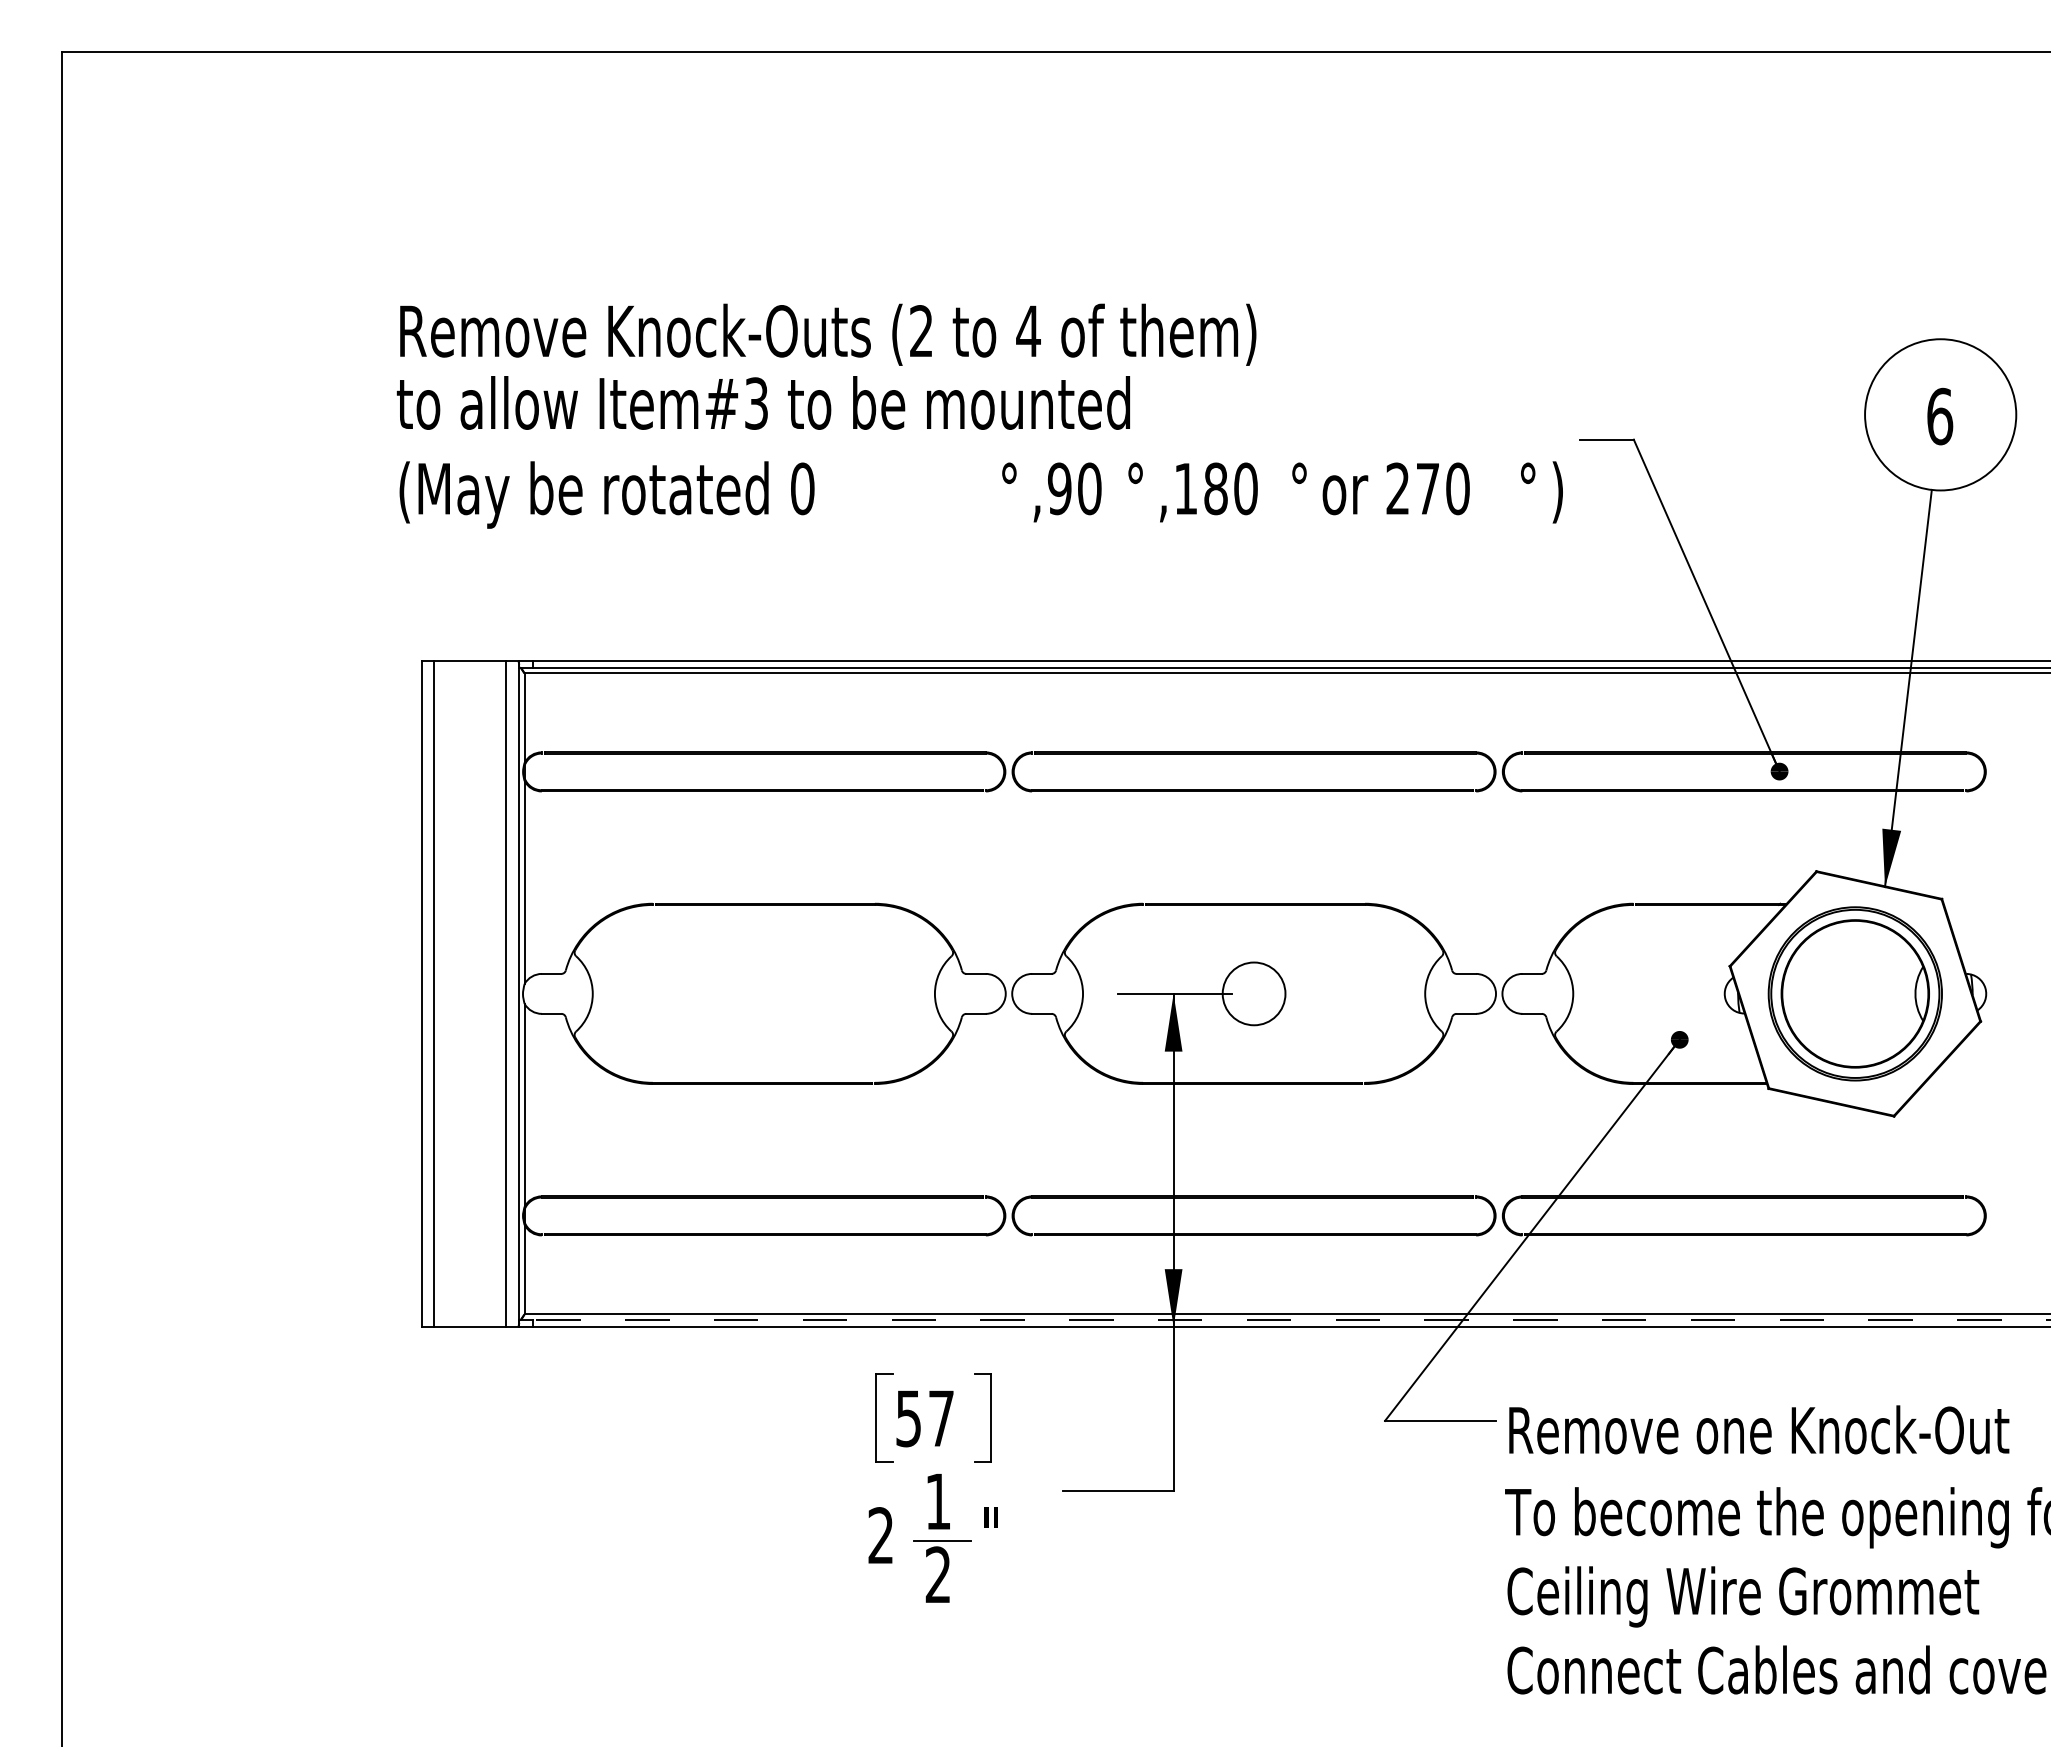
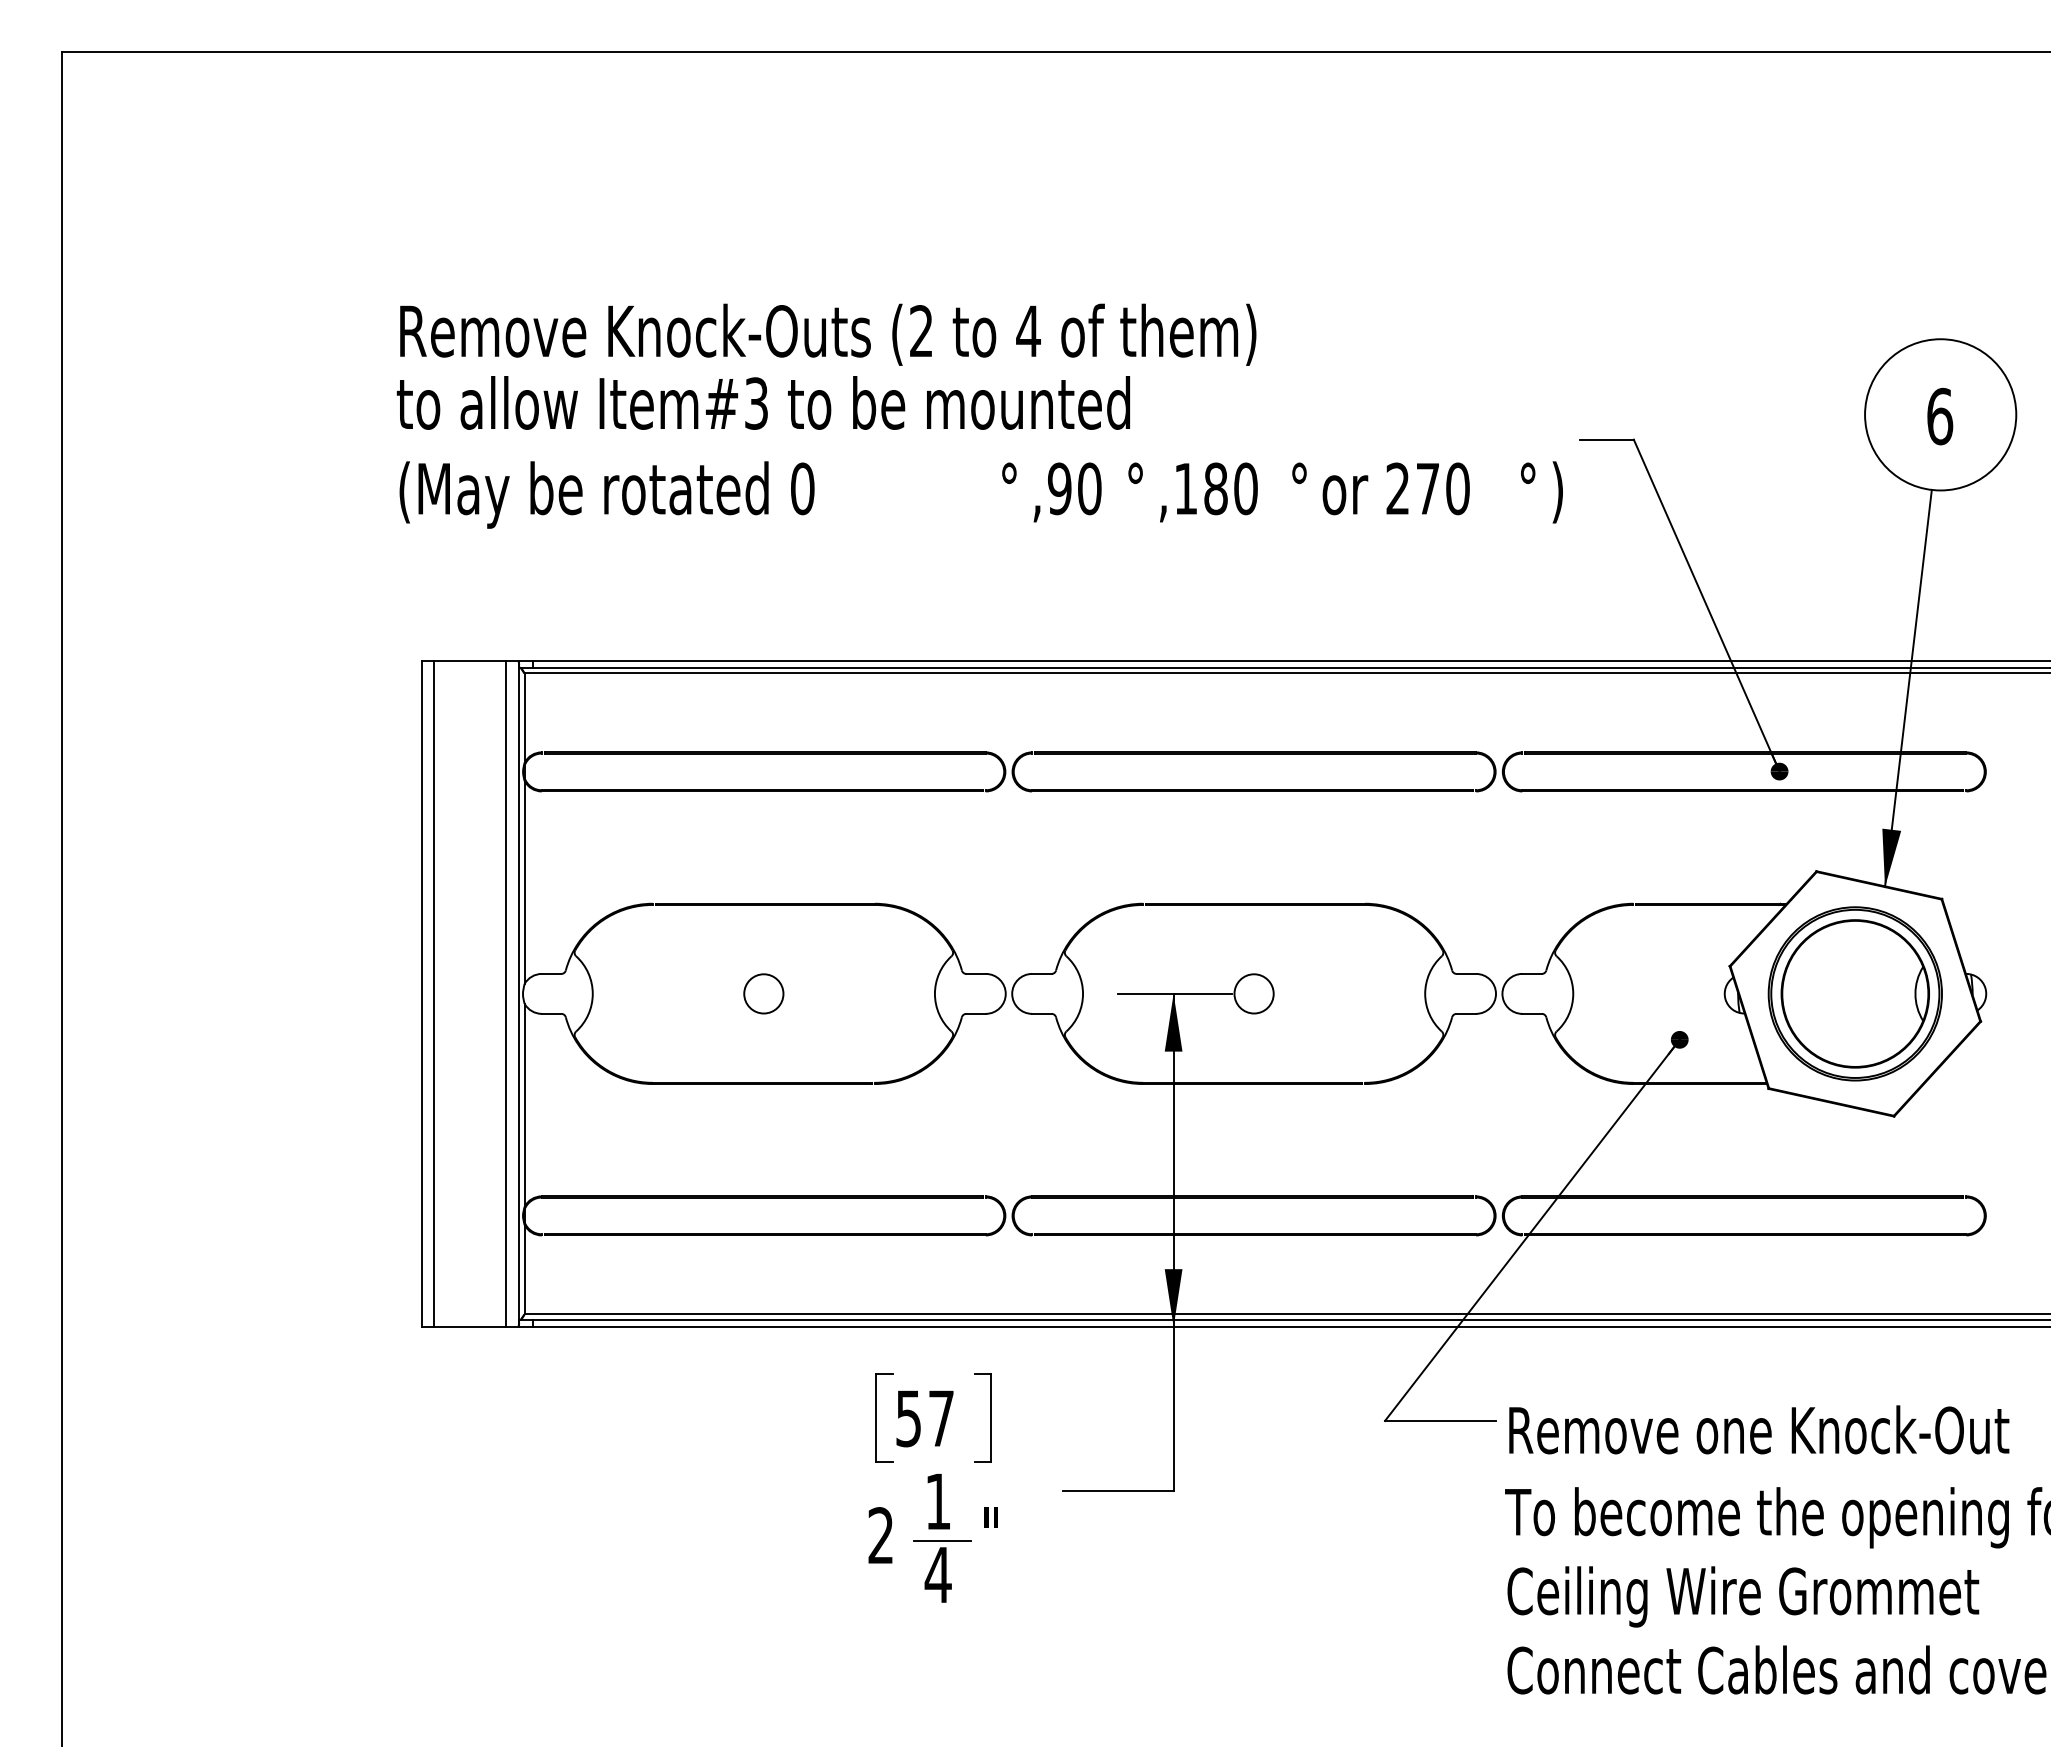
circle at (763, 993): none -> present
circle at (1253, 993) diameter: 63 px -> 39 px
line at (1291, 1320): dashed -> solid
text at (937, 1574): 2 -> 4
